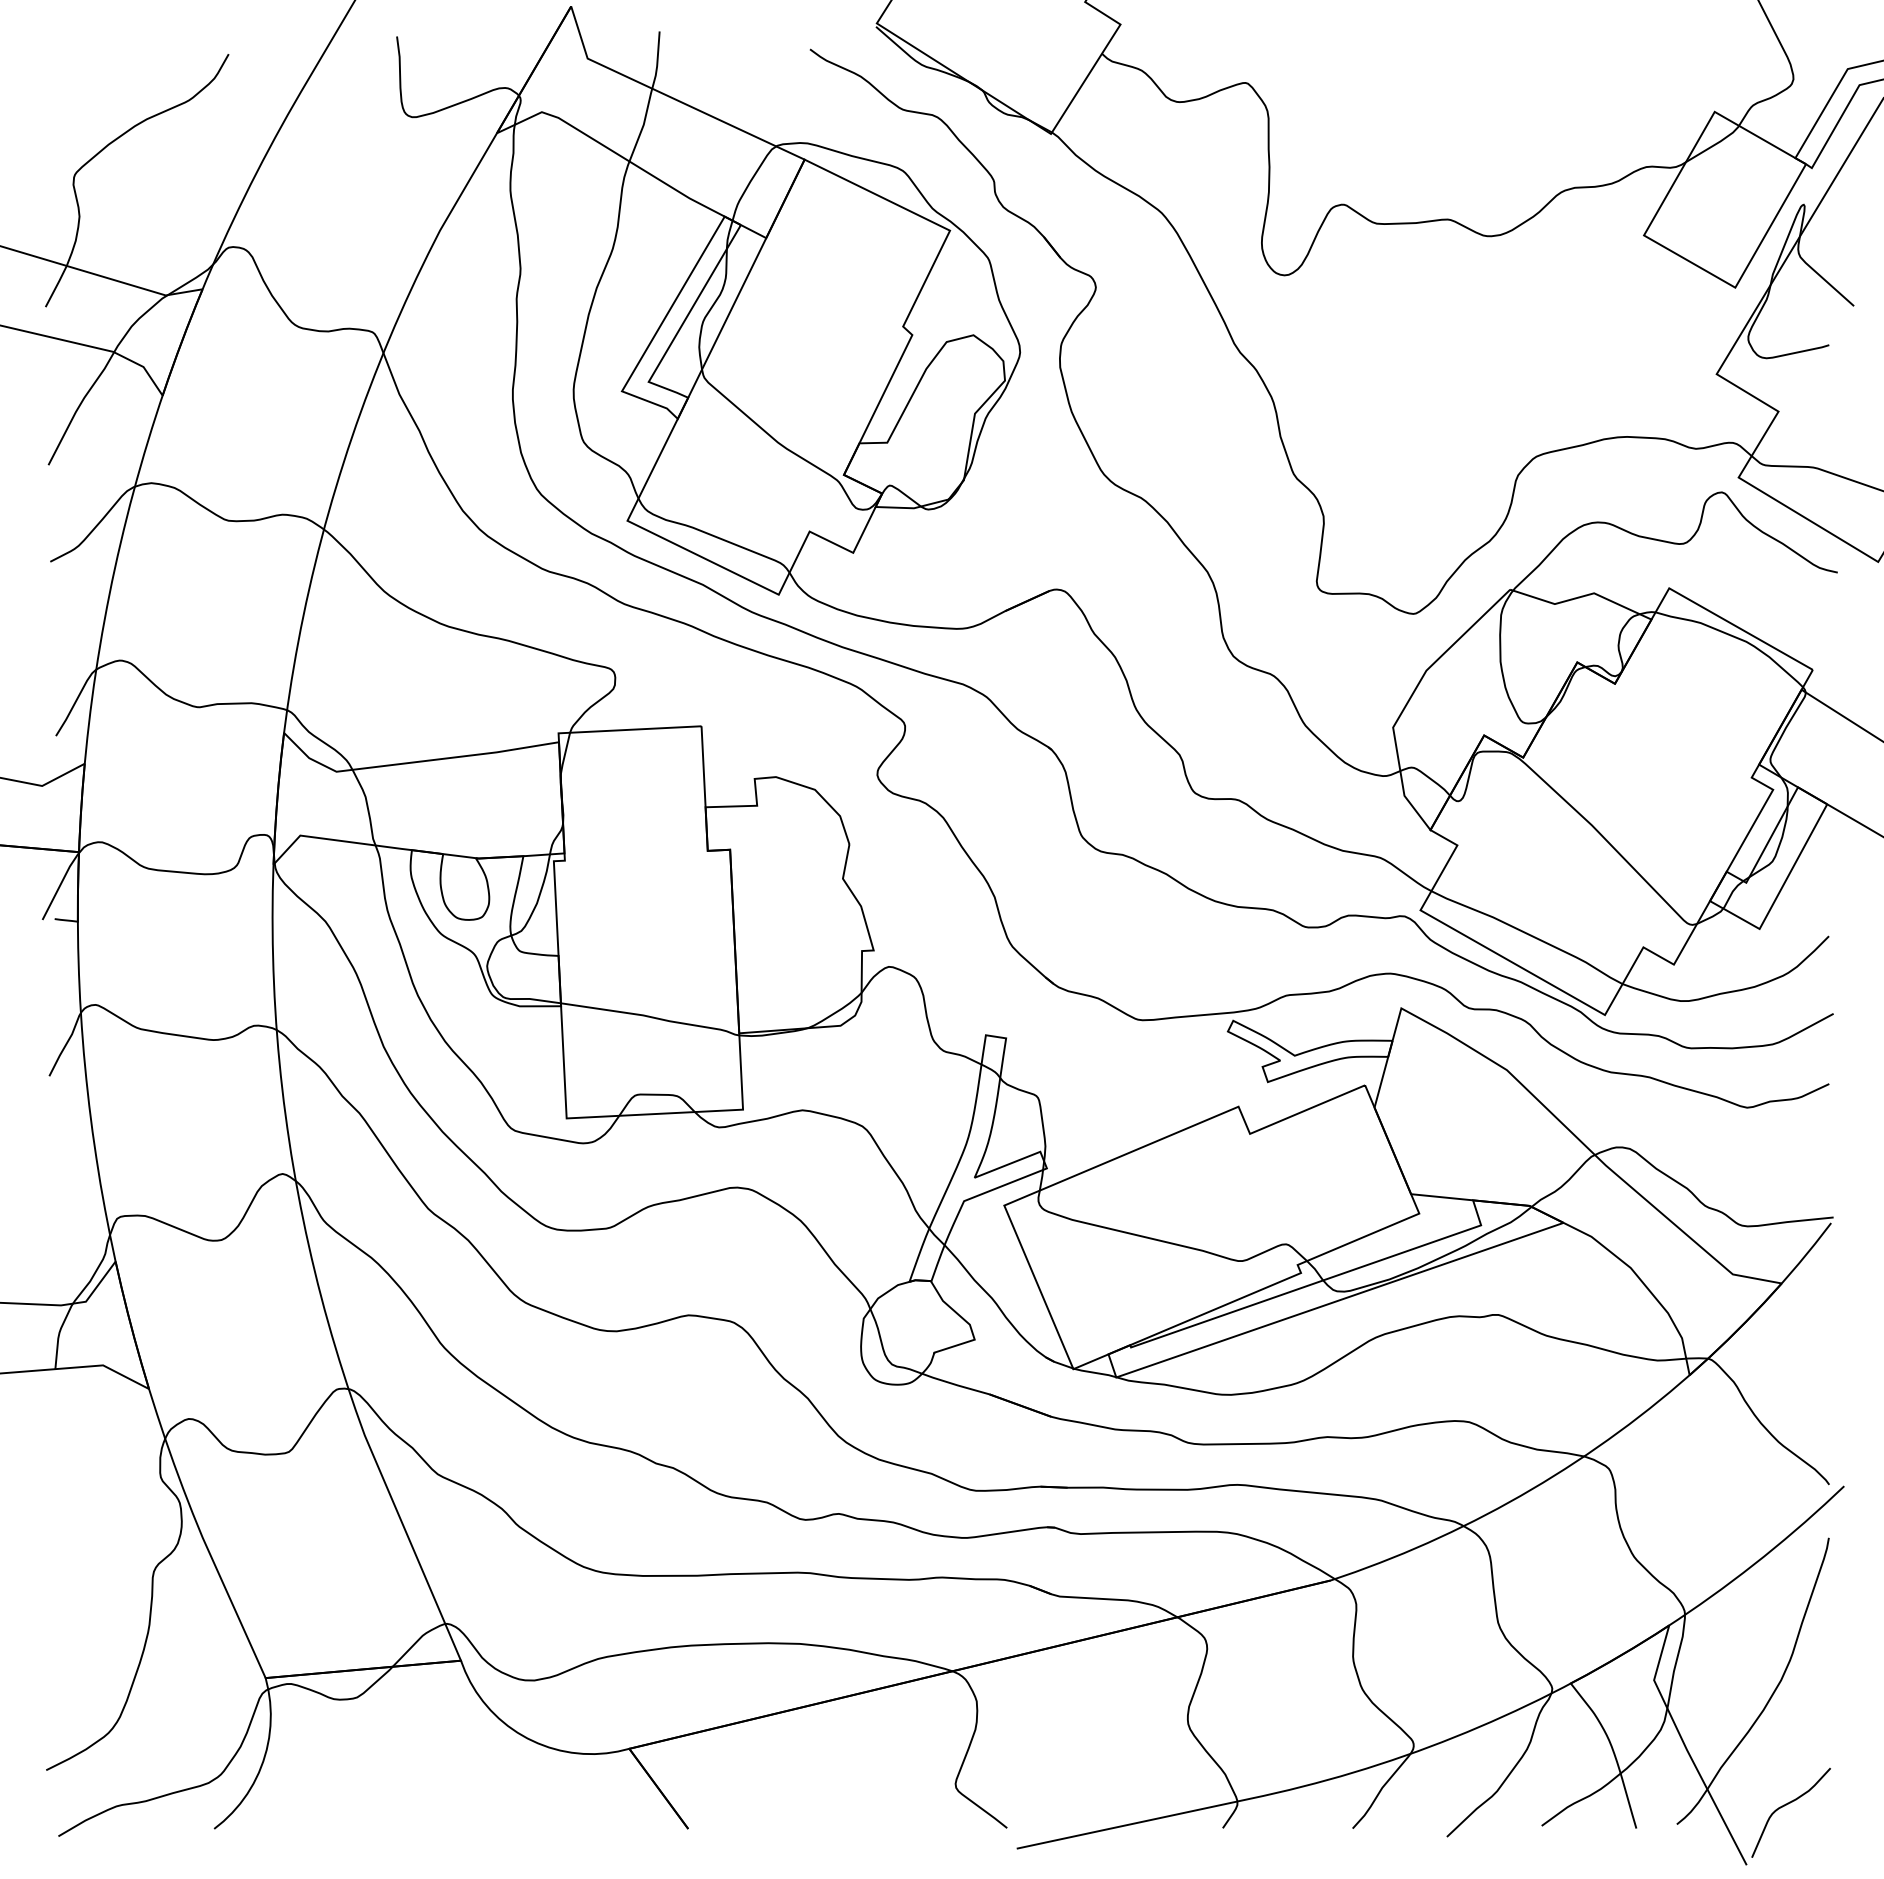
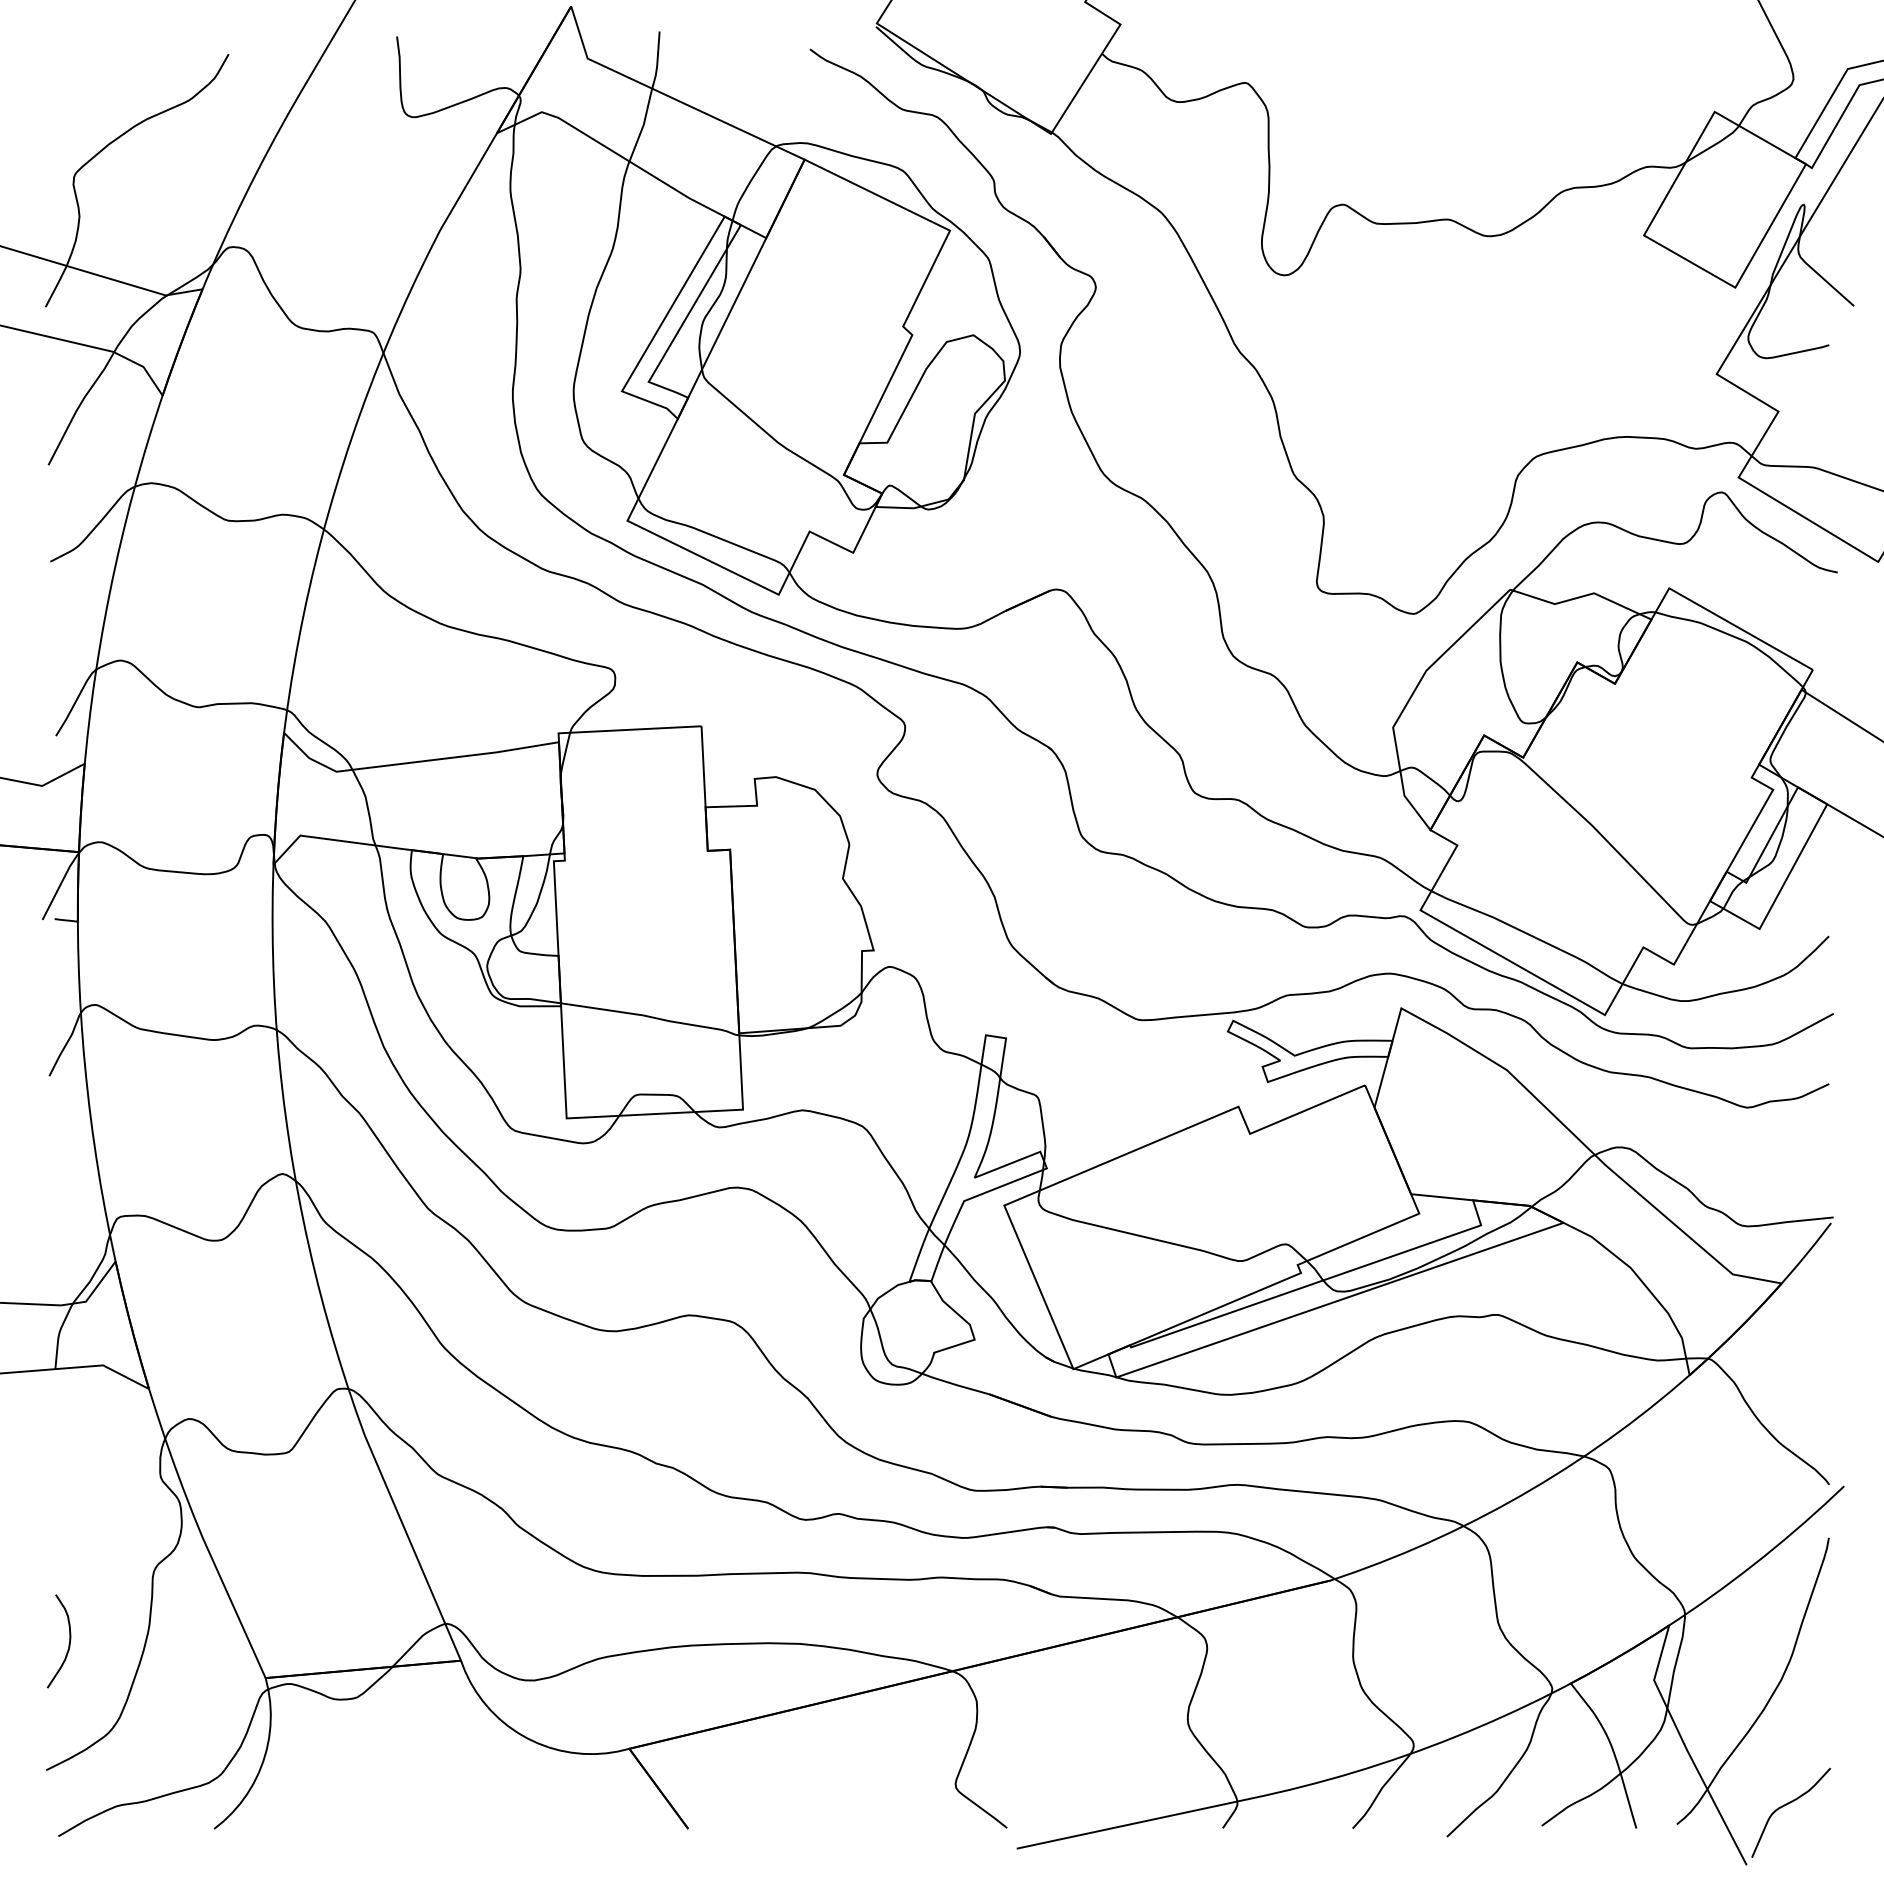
curve at (68, 1644): none -> present
